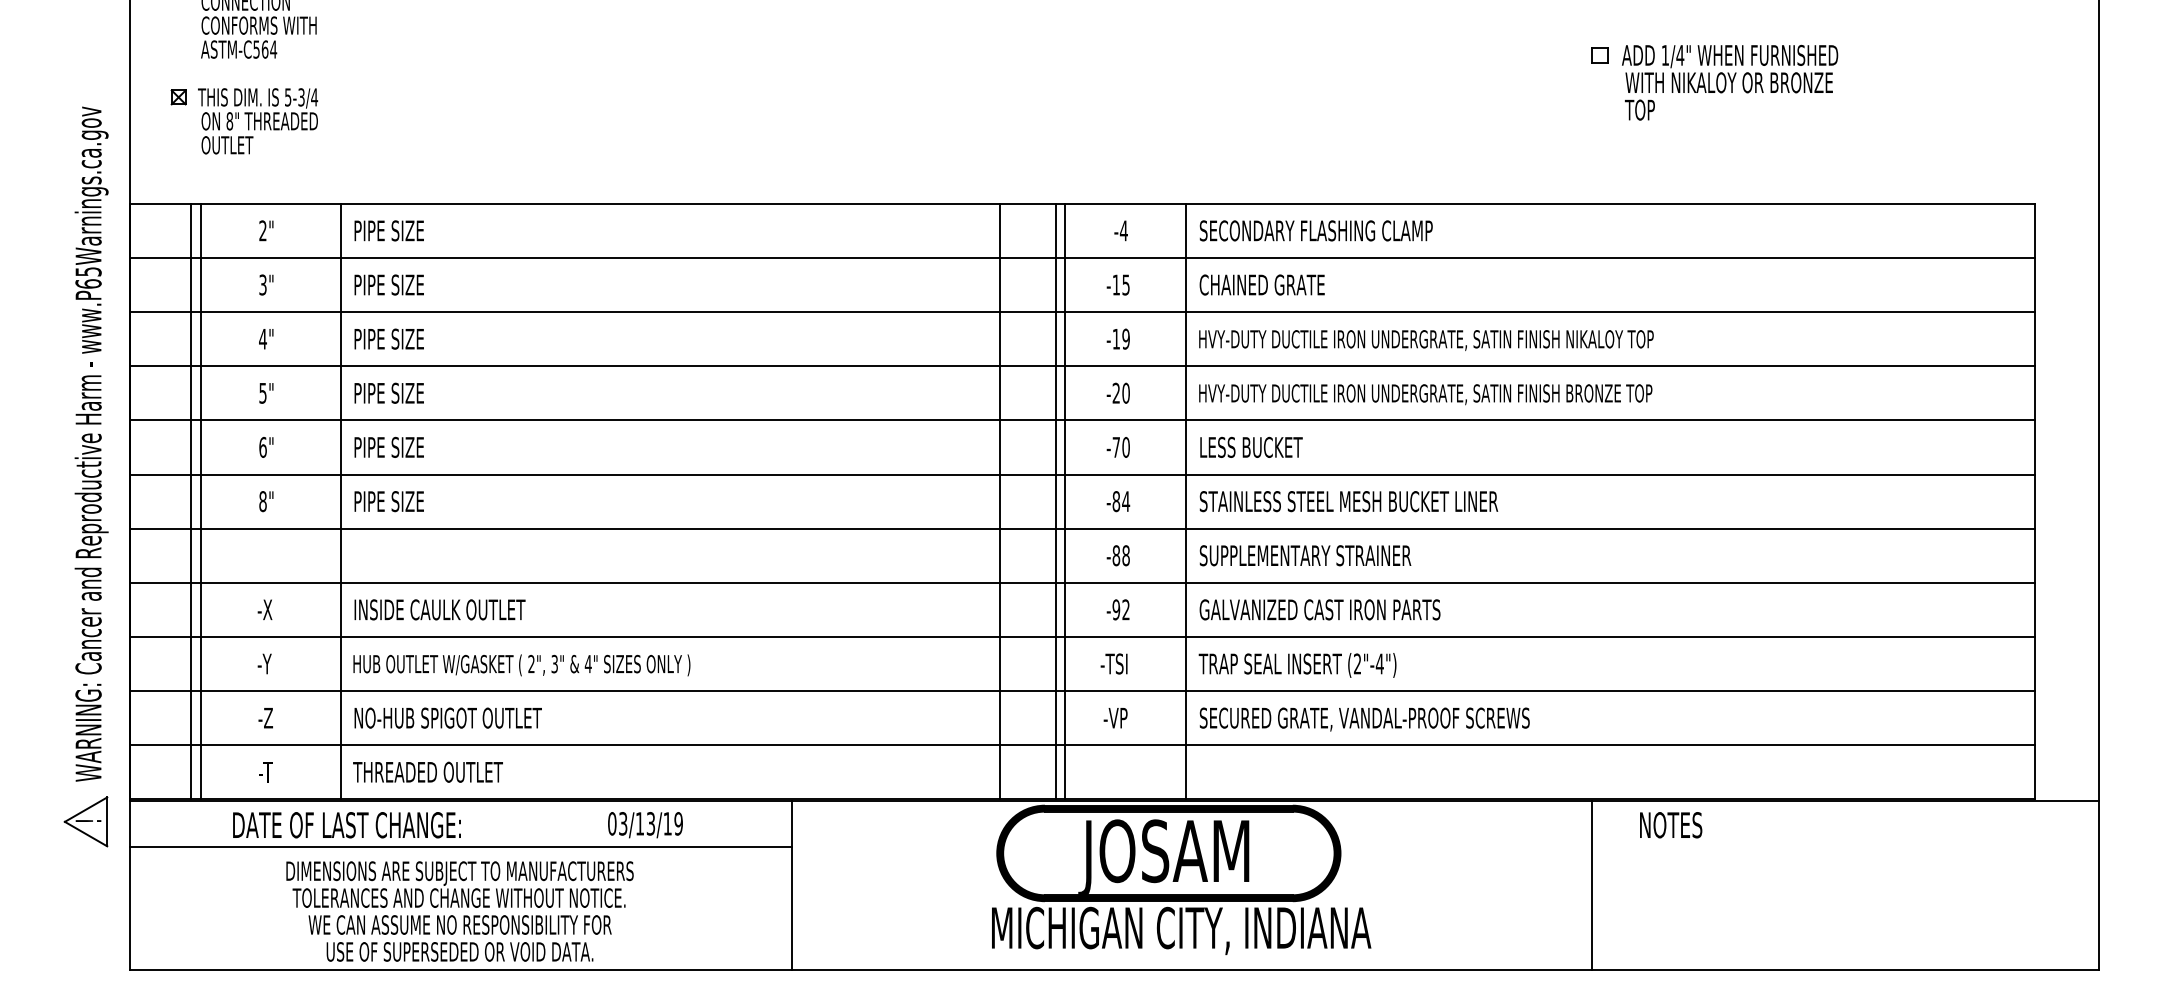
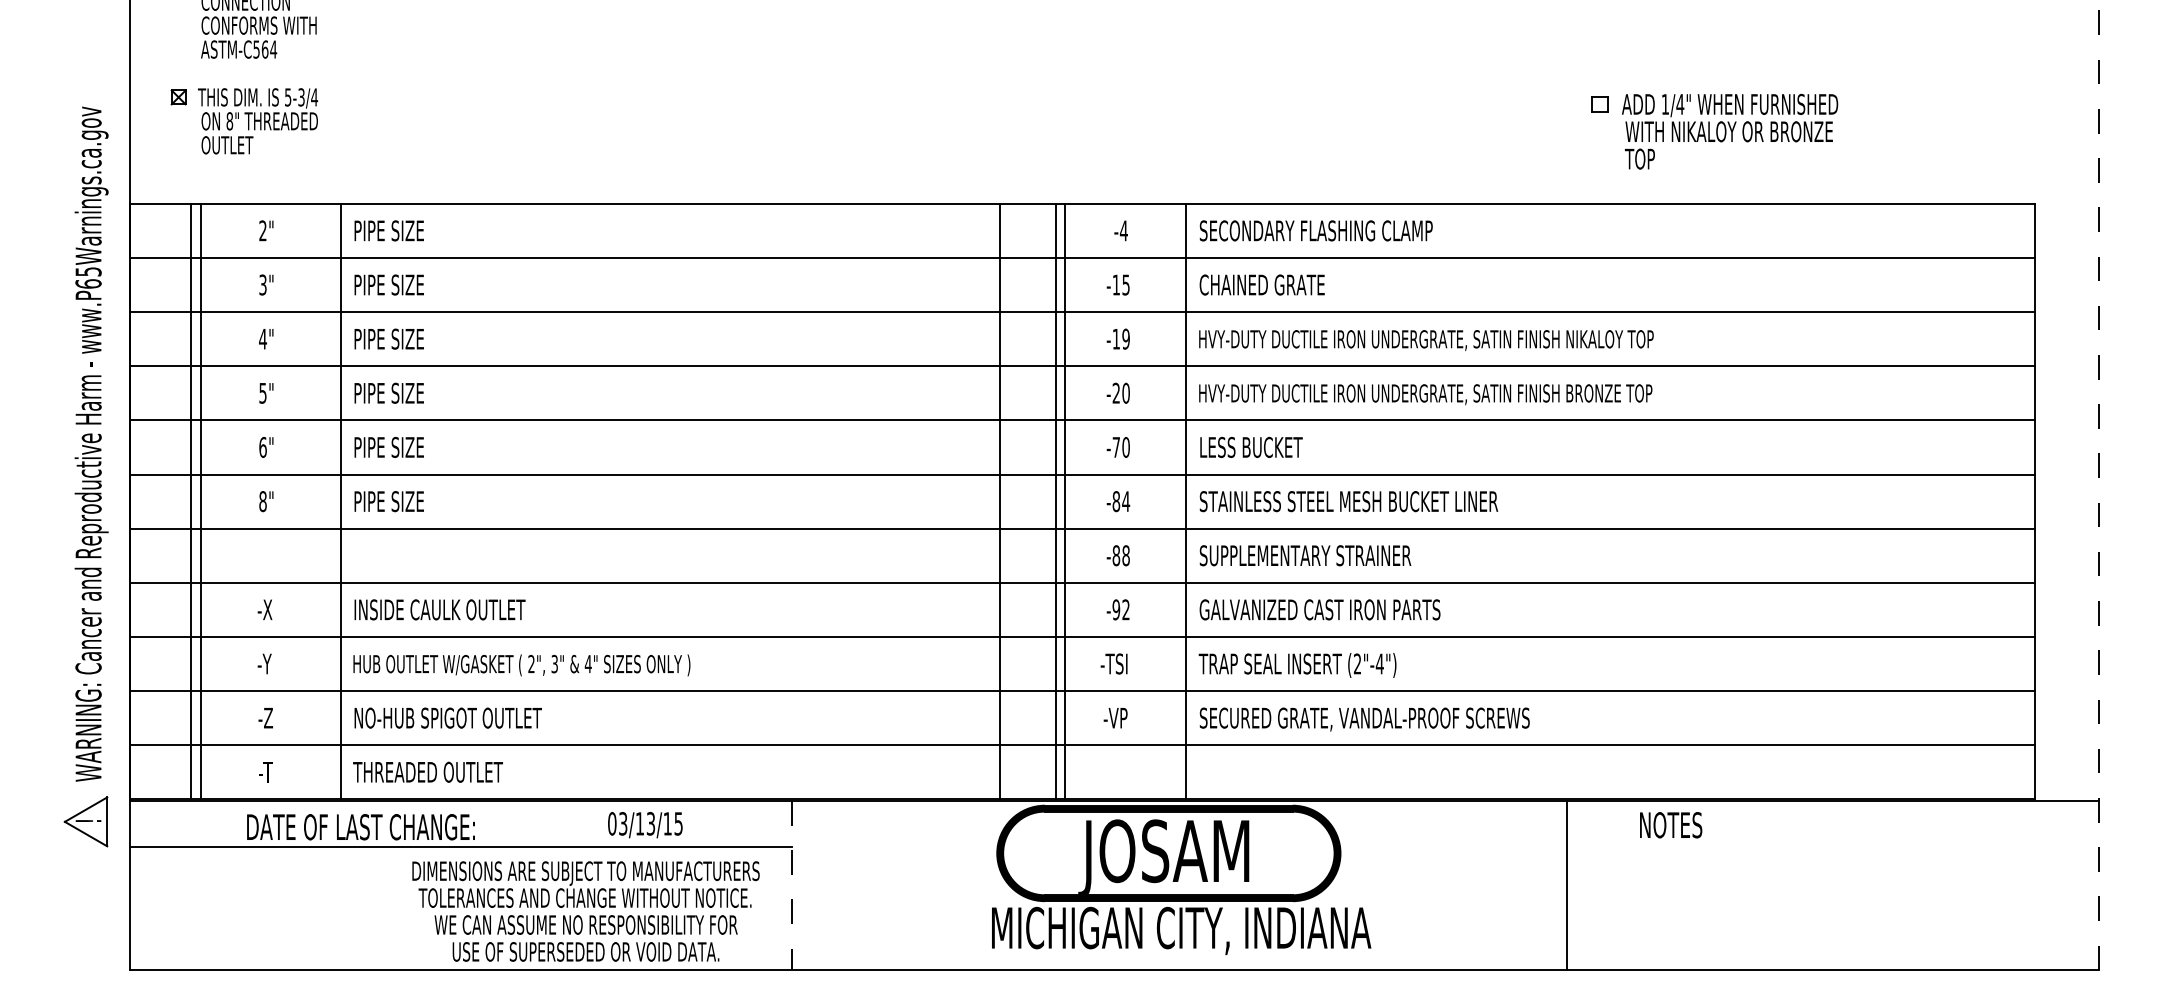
part at (1714, 82) position: (1714, 82) -> (1714, 131)
line at (2099, 485): solid -> dashed
text at (678, 823): 03/13/19 -> 03/13/15
text at (346, 825) position: (346, 825) -> (360, 827)
line at (791, 885): solid -> dashed
line at (1591, 885) position: (1591, 885) -> (1566, 885)
text at (459, 911) position: (459, 911) -> (585, 911)
